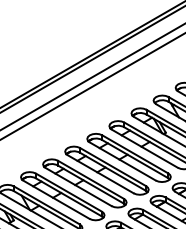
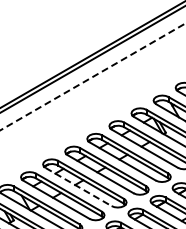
line at (92, 77): solid -> dashed
line at (92, 86): present -> none
line at (79, 187): solid -> dashed
